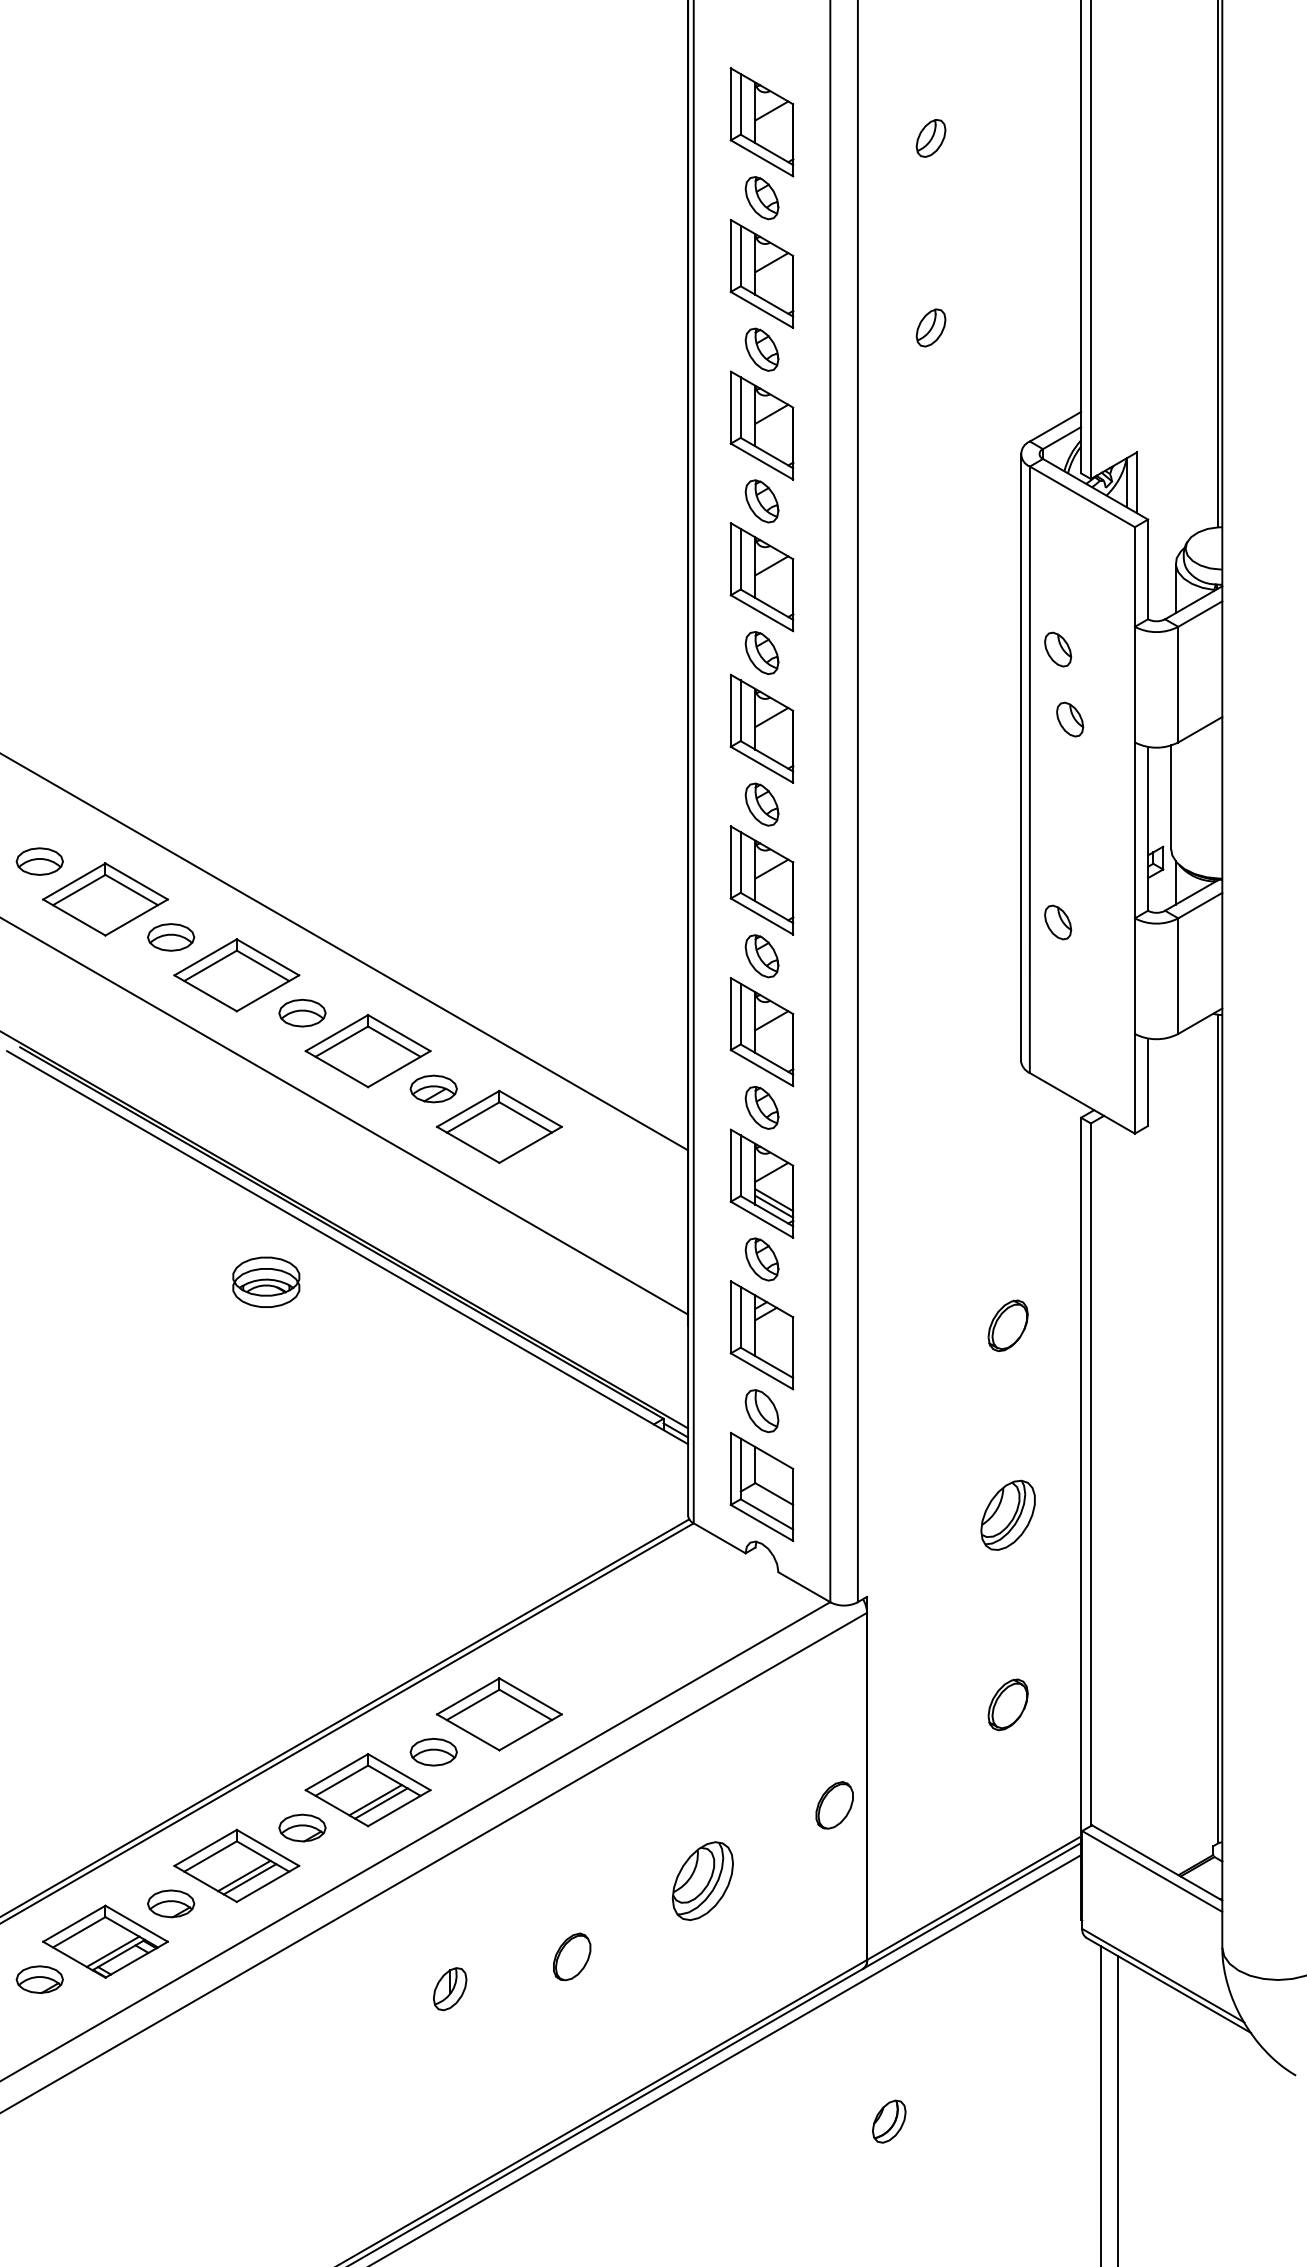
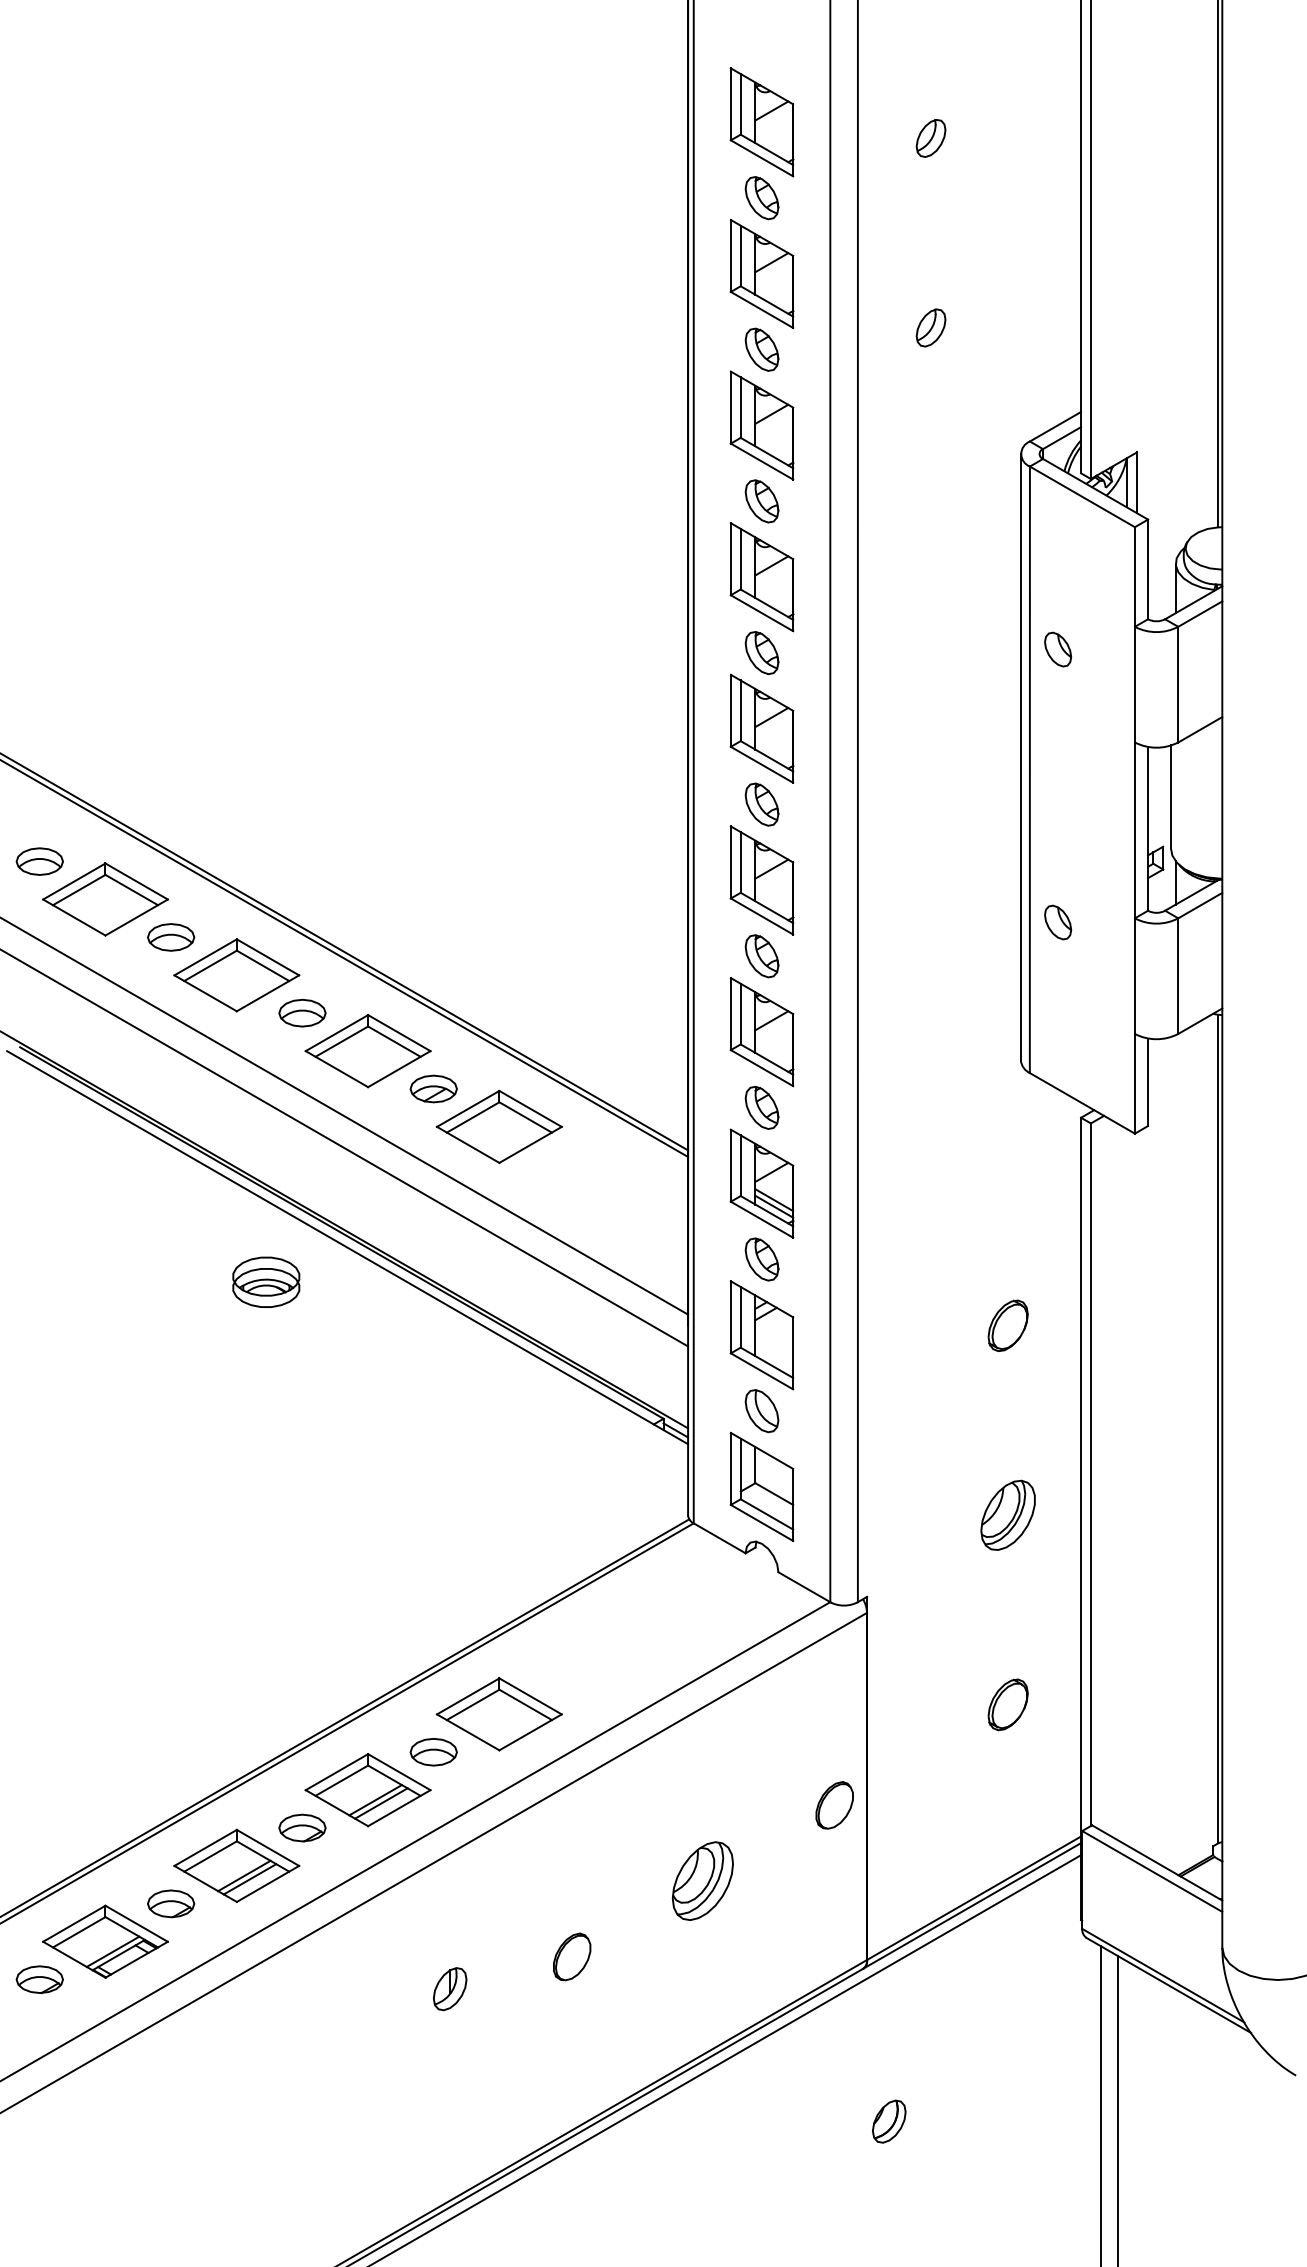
part at (1070, 719): present -> none
line at (345, 958): none -> present
line at (345, 1148): none -> present
